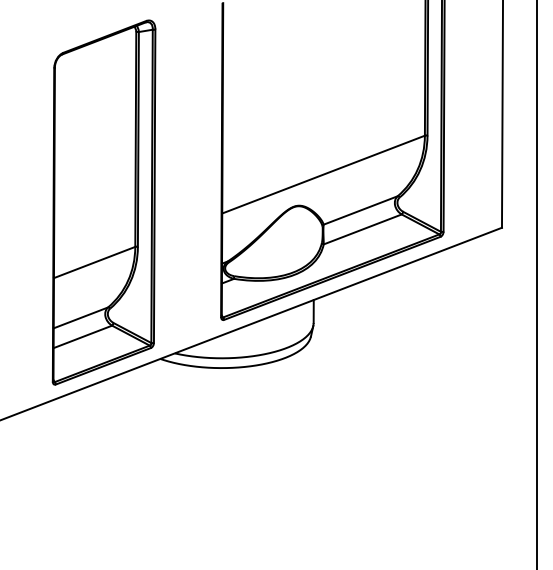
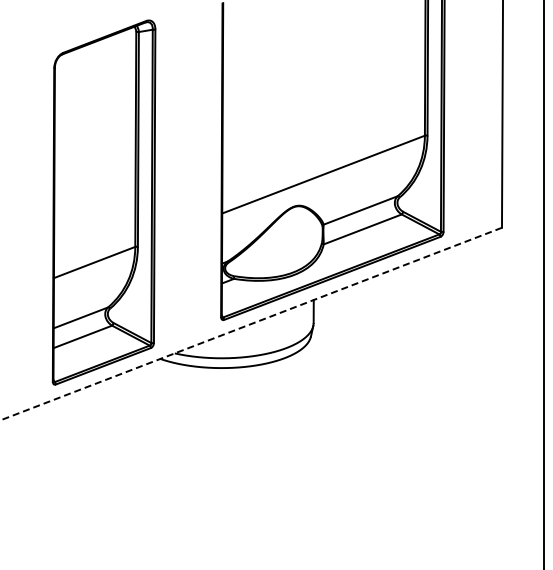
line at (536, 284) position: (536, 284) -> (543, 284)
line at (251, 324): solid -> dashed
